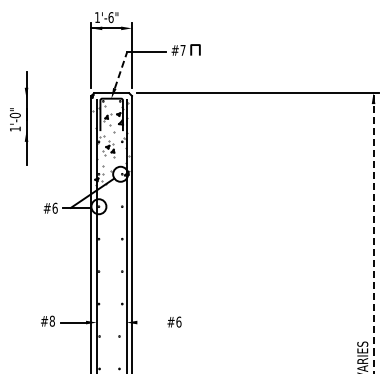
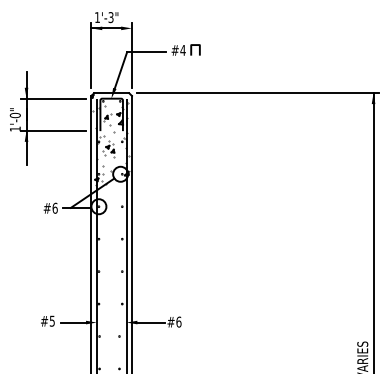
text at (110, 17): 1'-6" -> 1'-3"
text at (182, 50): #7 -> #4
line at (121, 69): dashed -> solid
line at (53, 98): none -> present
line at (53, 131): none -> present
line at (373, 233): dashed -> solid
text at (51, 320): #8 -> #5
line at (151, 322): none -> present
